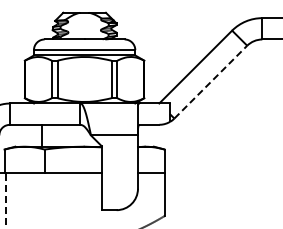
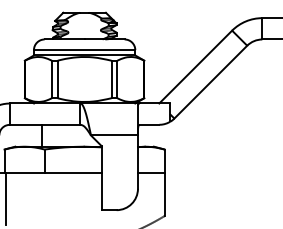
line at (211, 81): dashed -> solid
line at (6, 198): dashed -> solid
